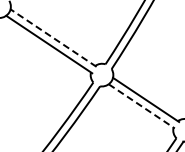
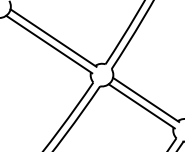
line at (53, 38): dashed -> solid
line at (141, 106): dashed -> solid
